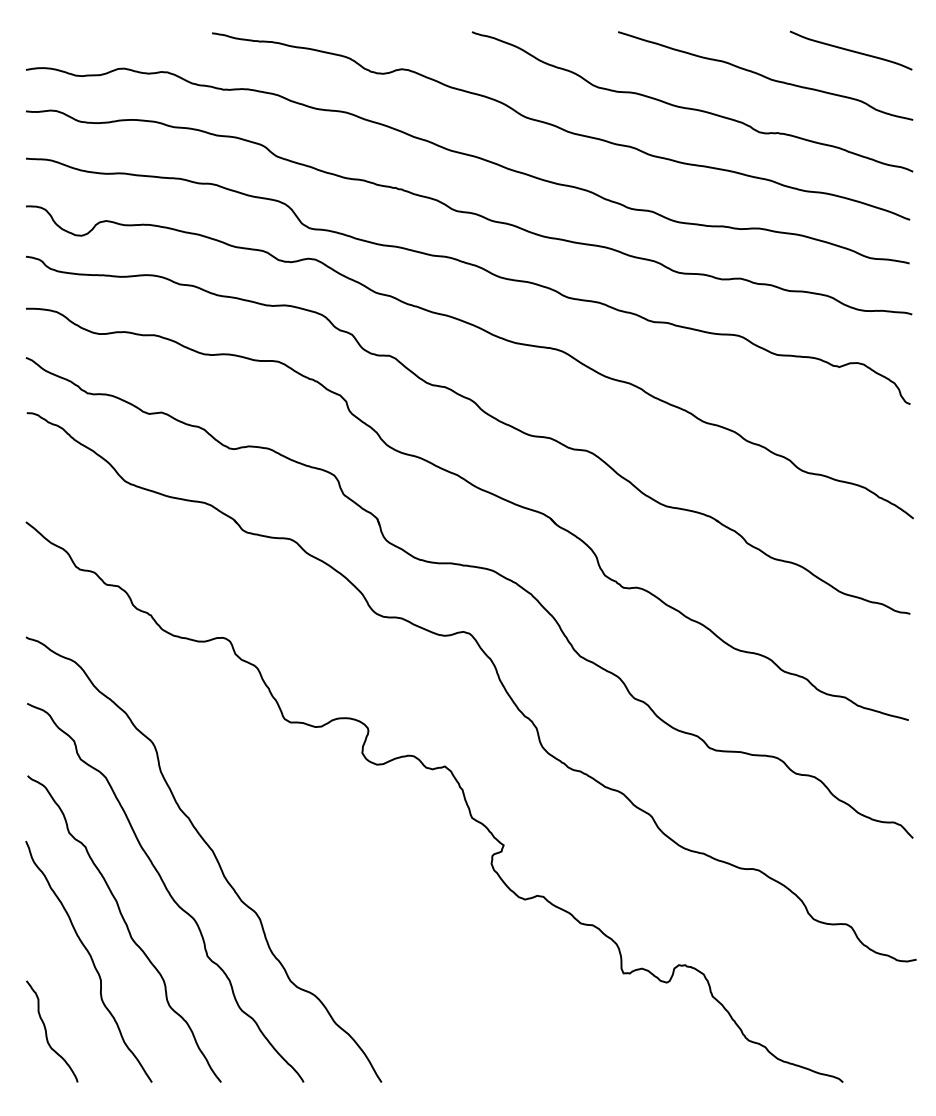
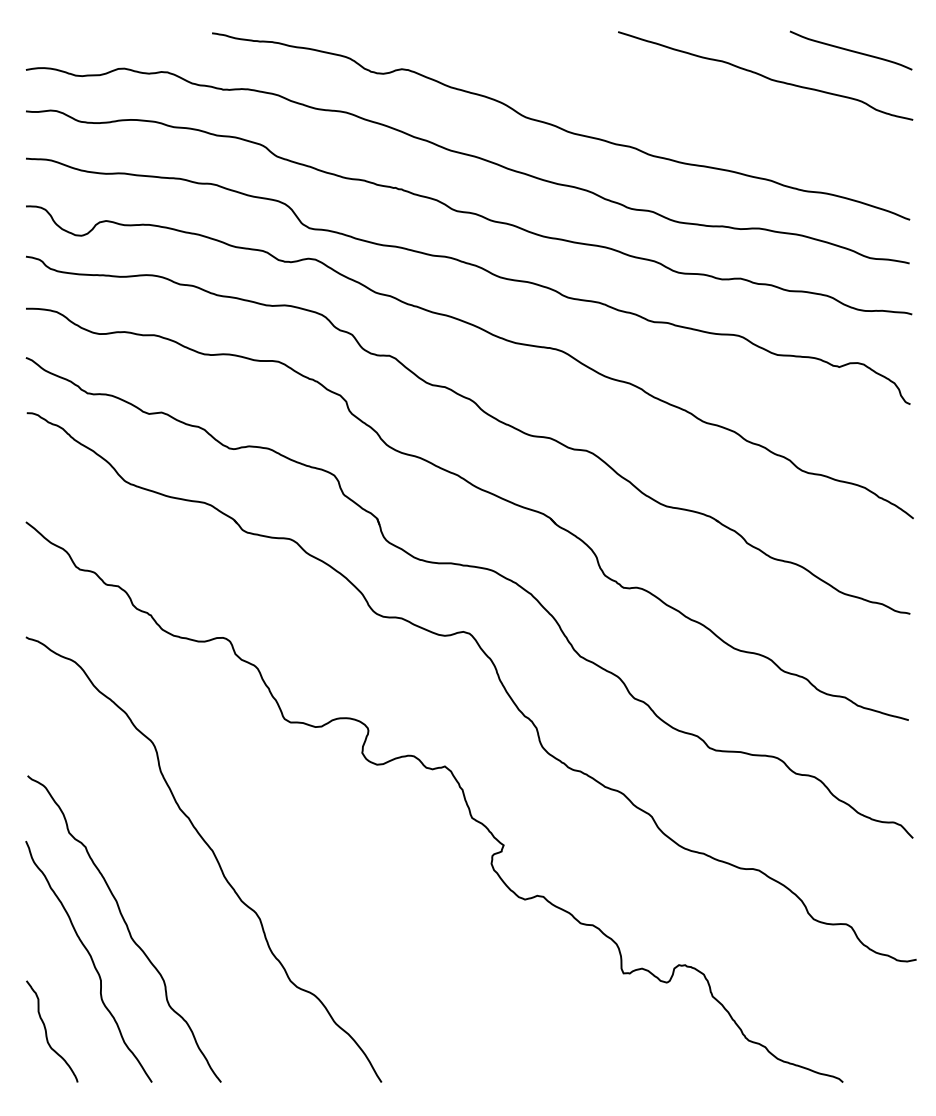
curve at (689, 107): present -> none
curve at (167, 892): present -> none
